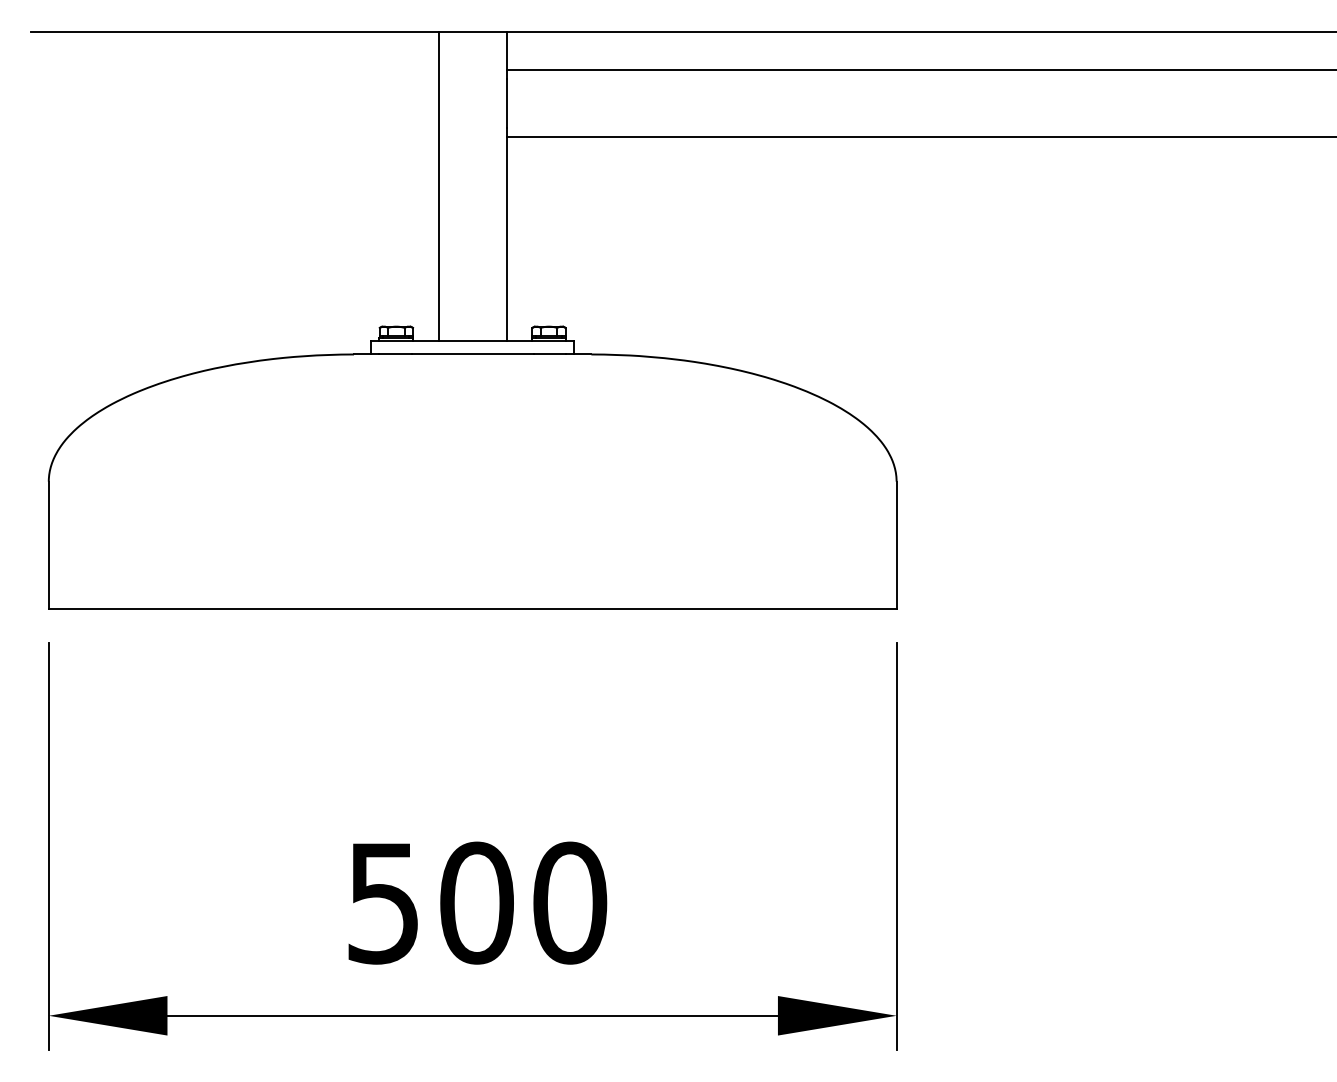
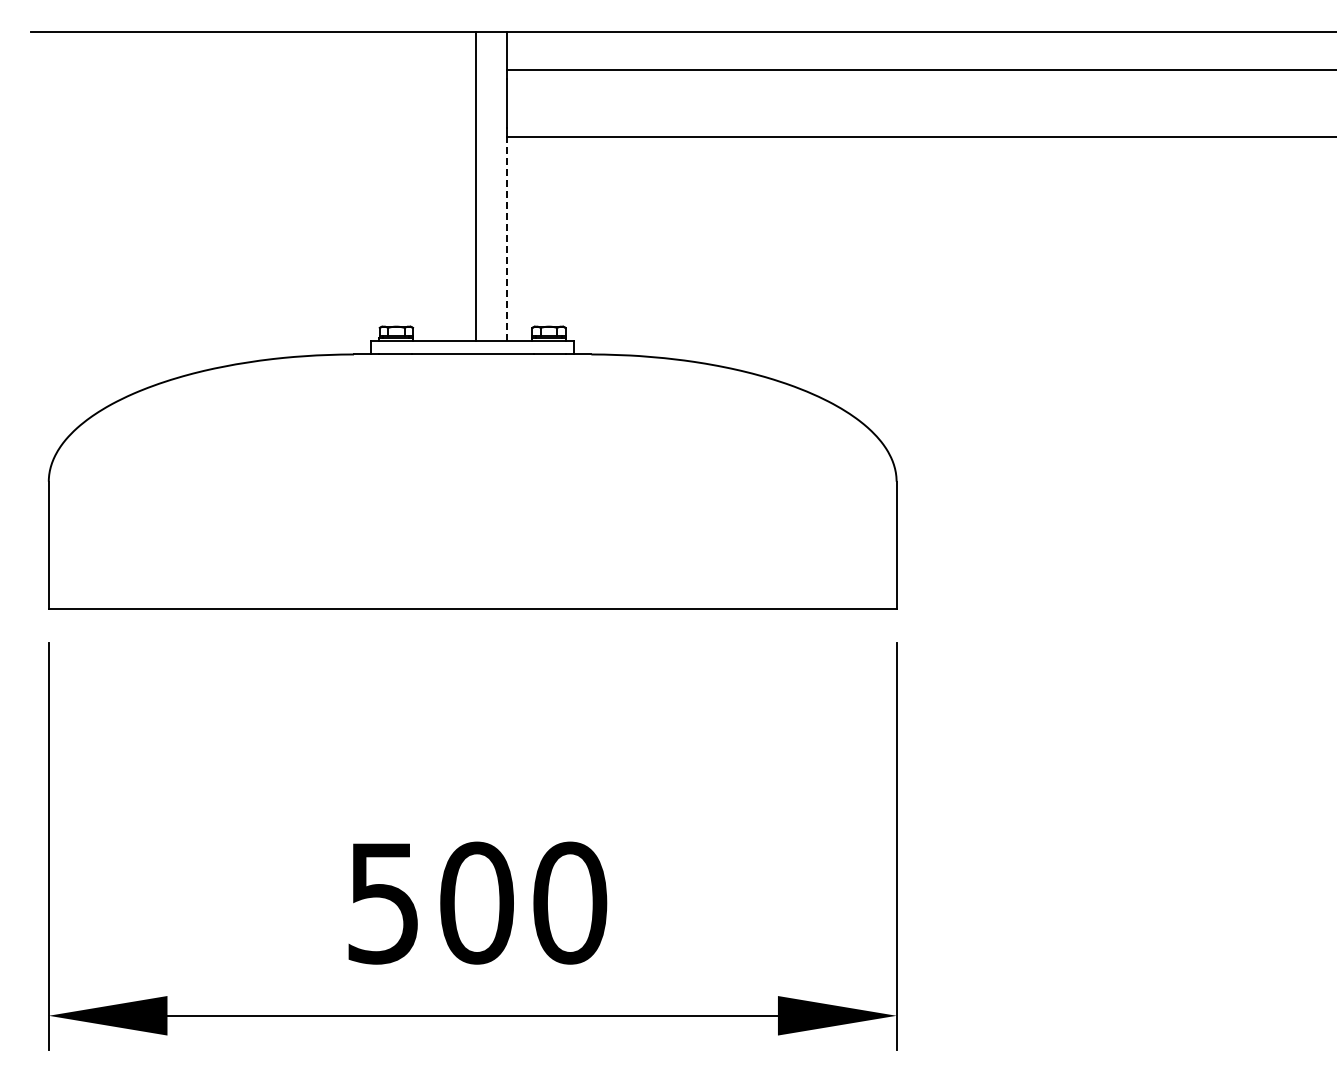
line at (438, 186) position: (438, 186) -> (475, 186)
line at (506, 239): solid -> dashed
